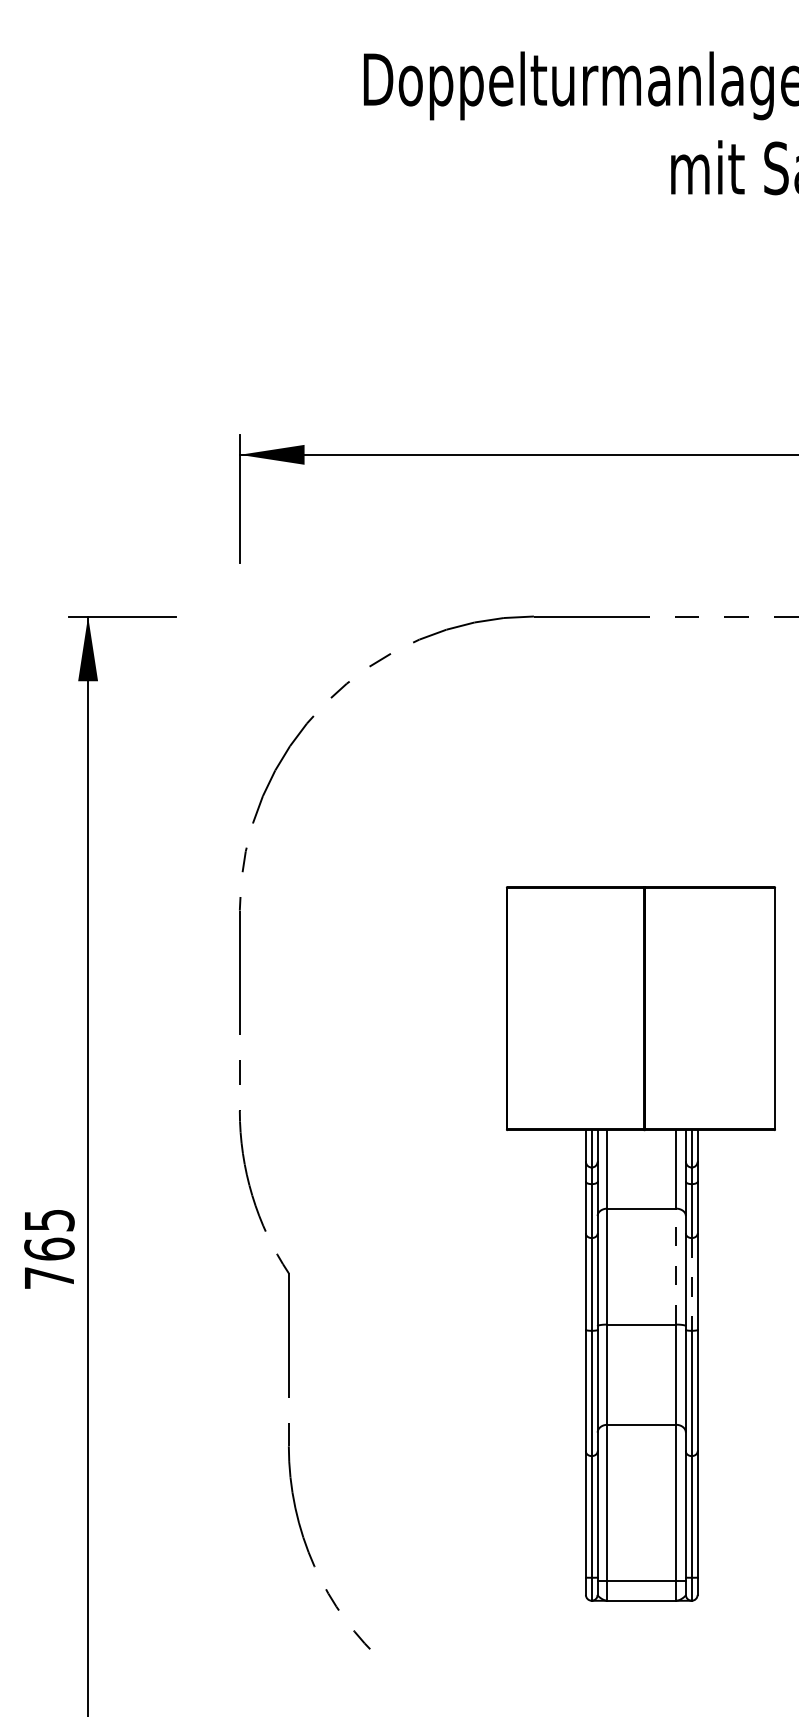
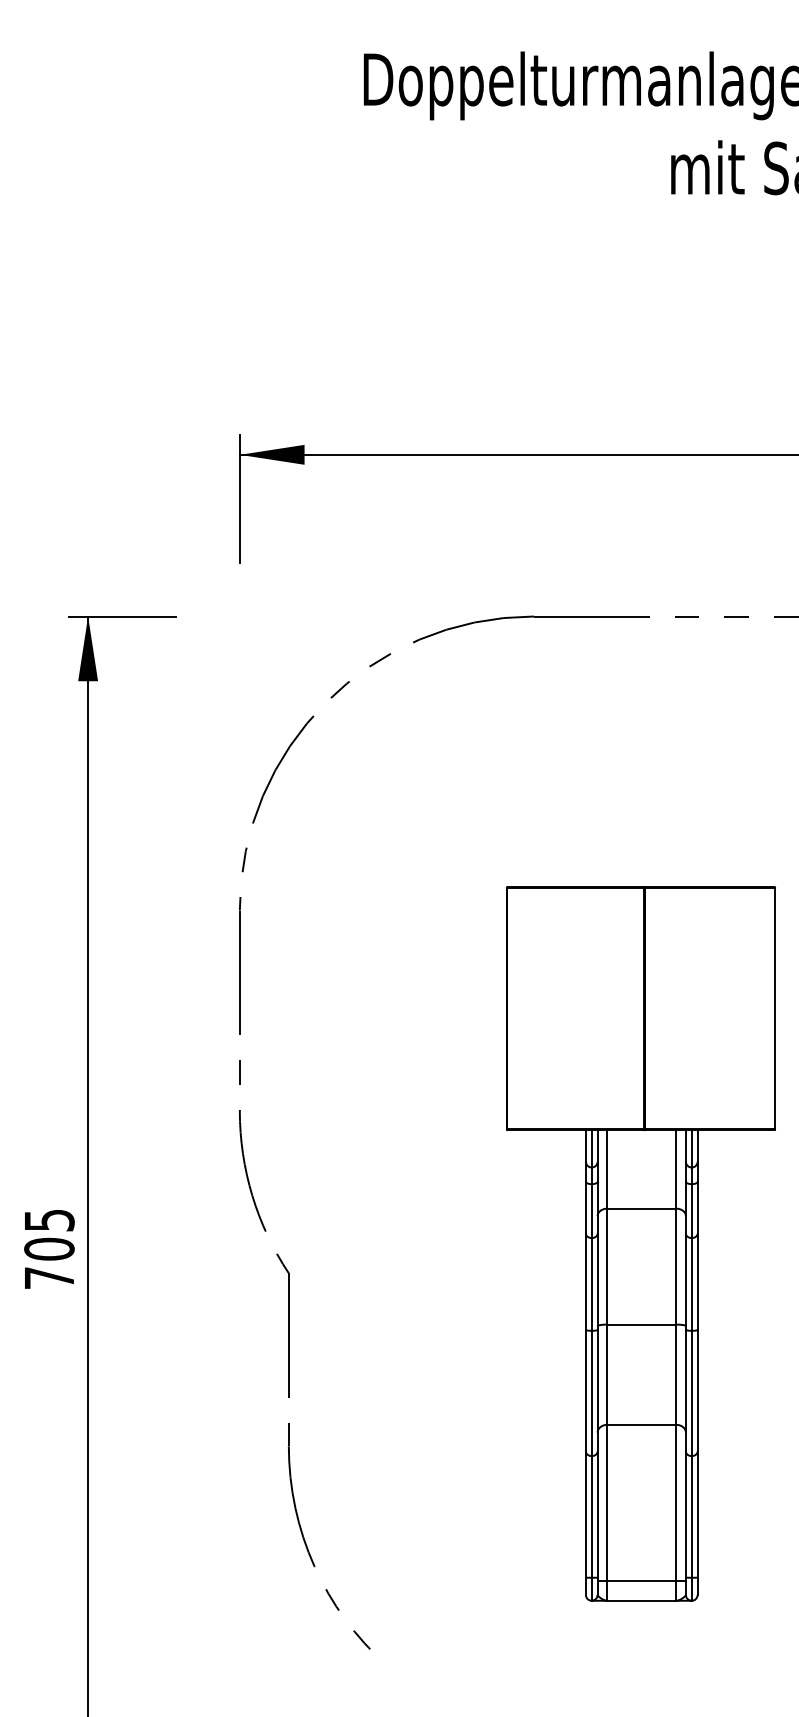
text at (49, 1248): 765 -> 705
line at (676, 1266): dashed -> solid
line at (691, 1284): dashed -> solid
